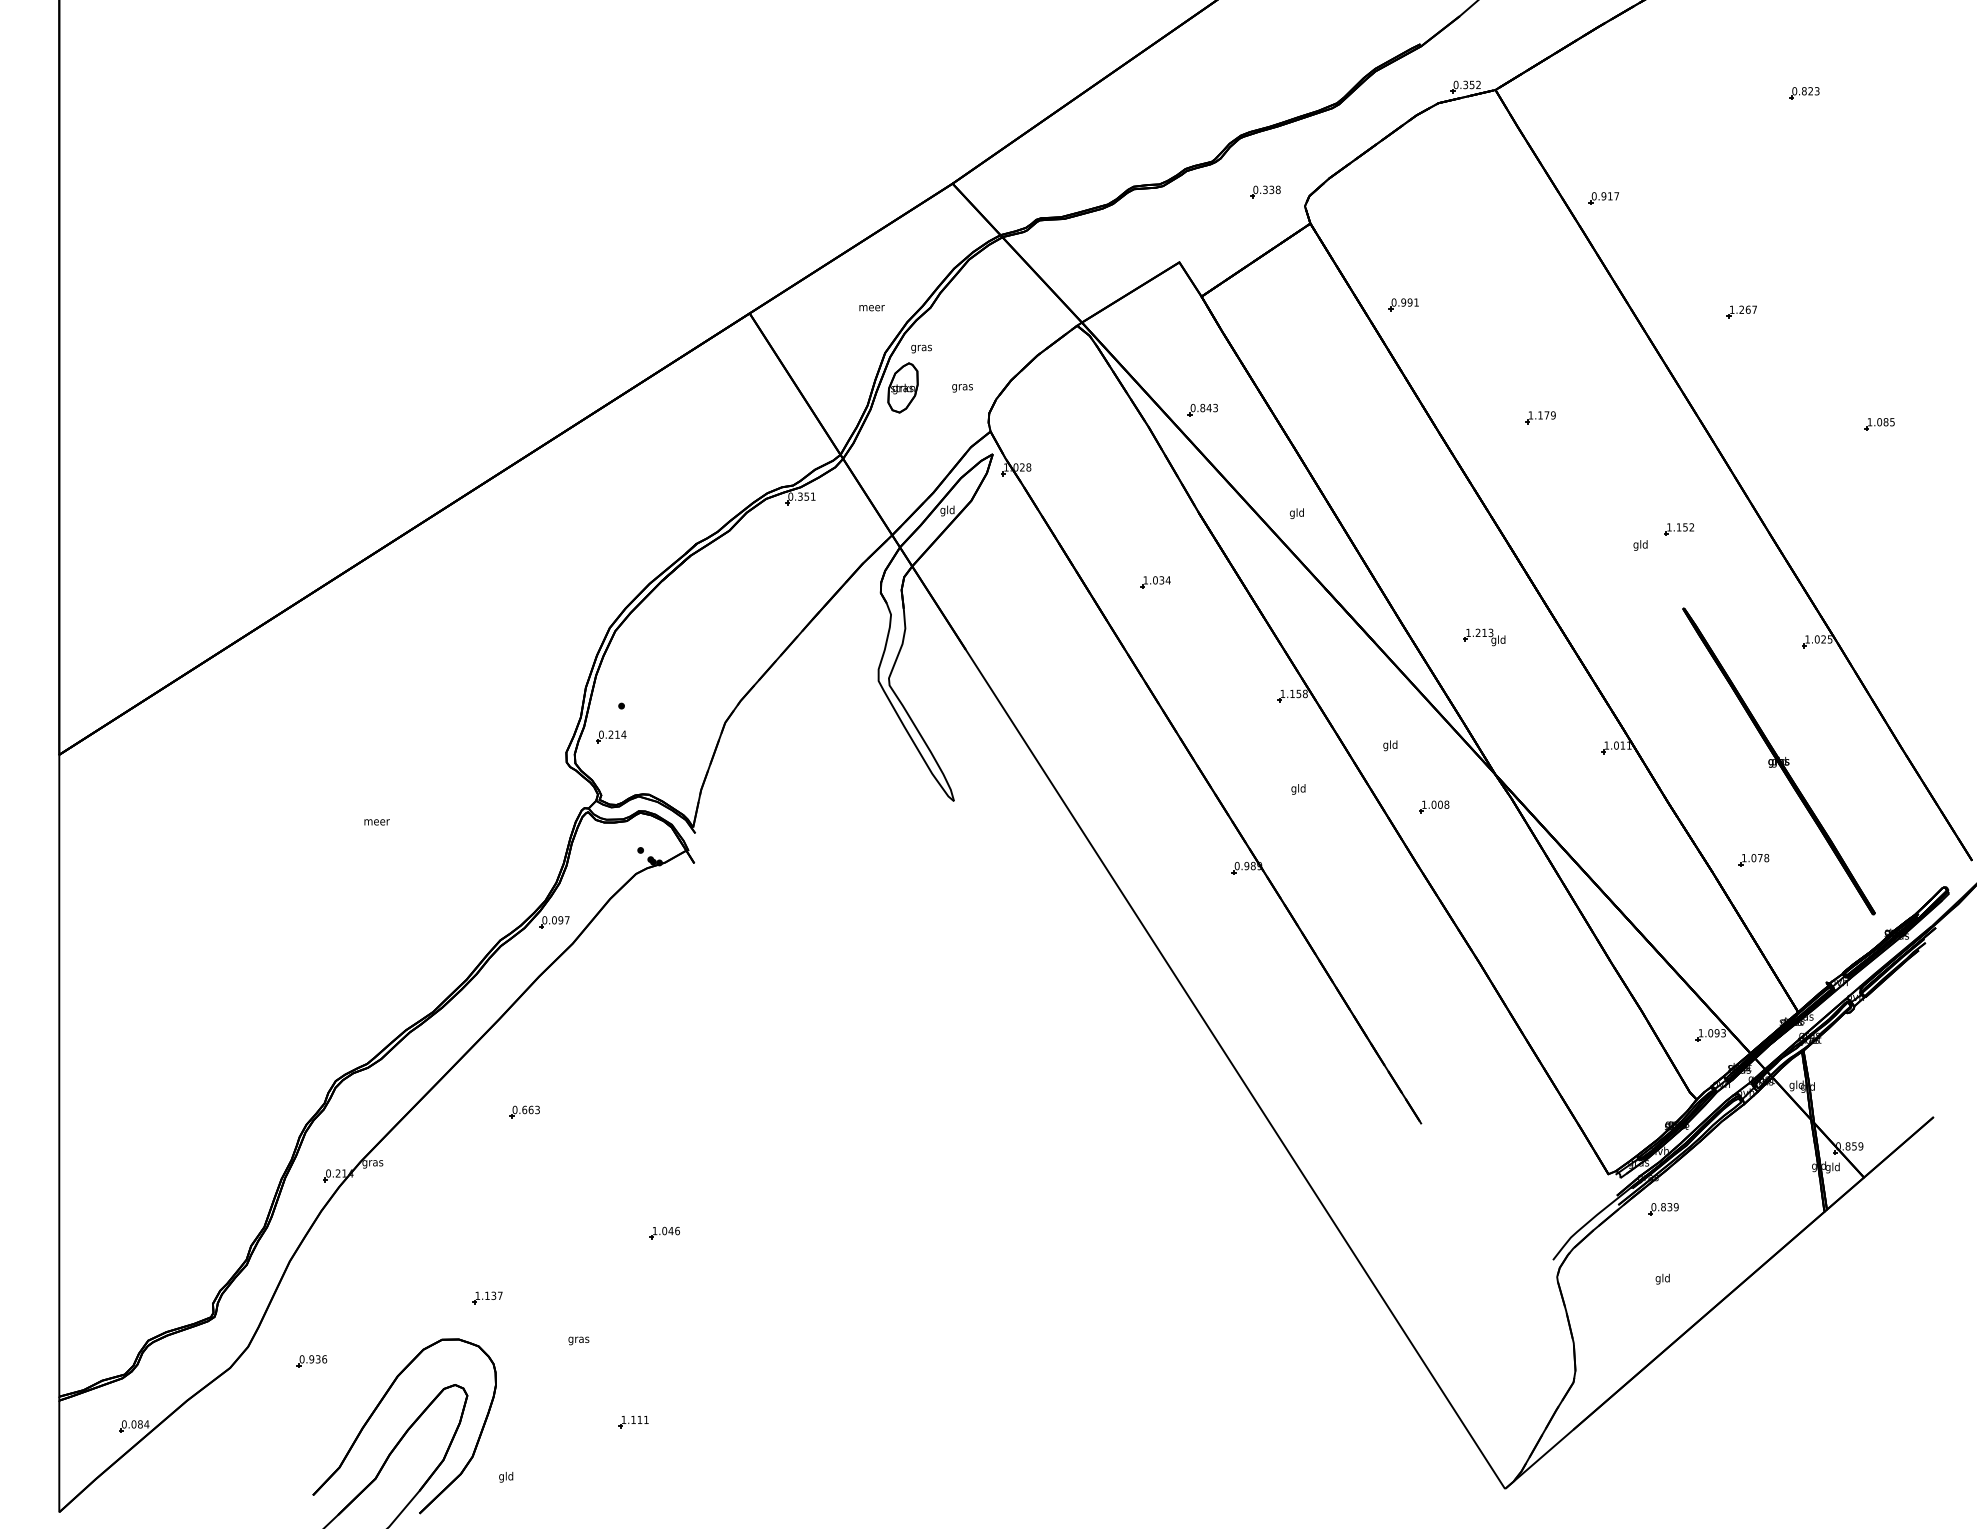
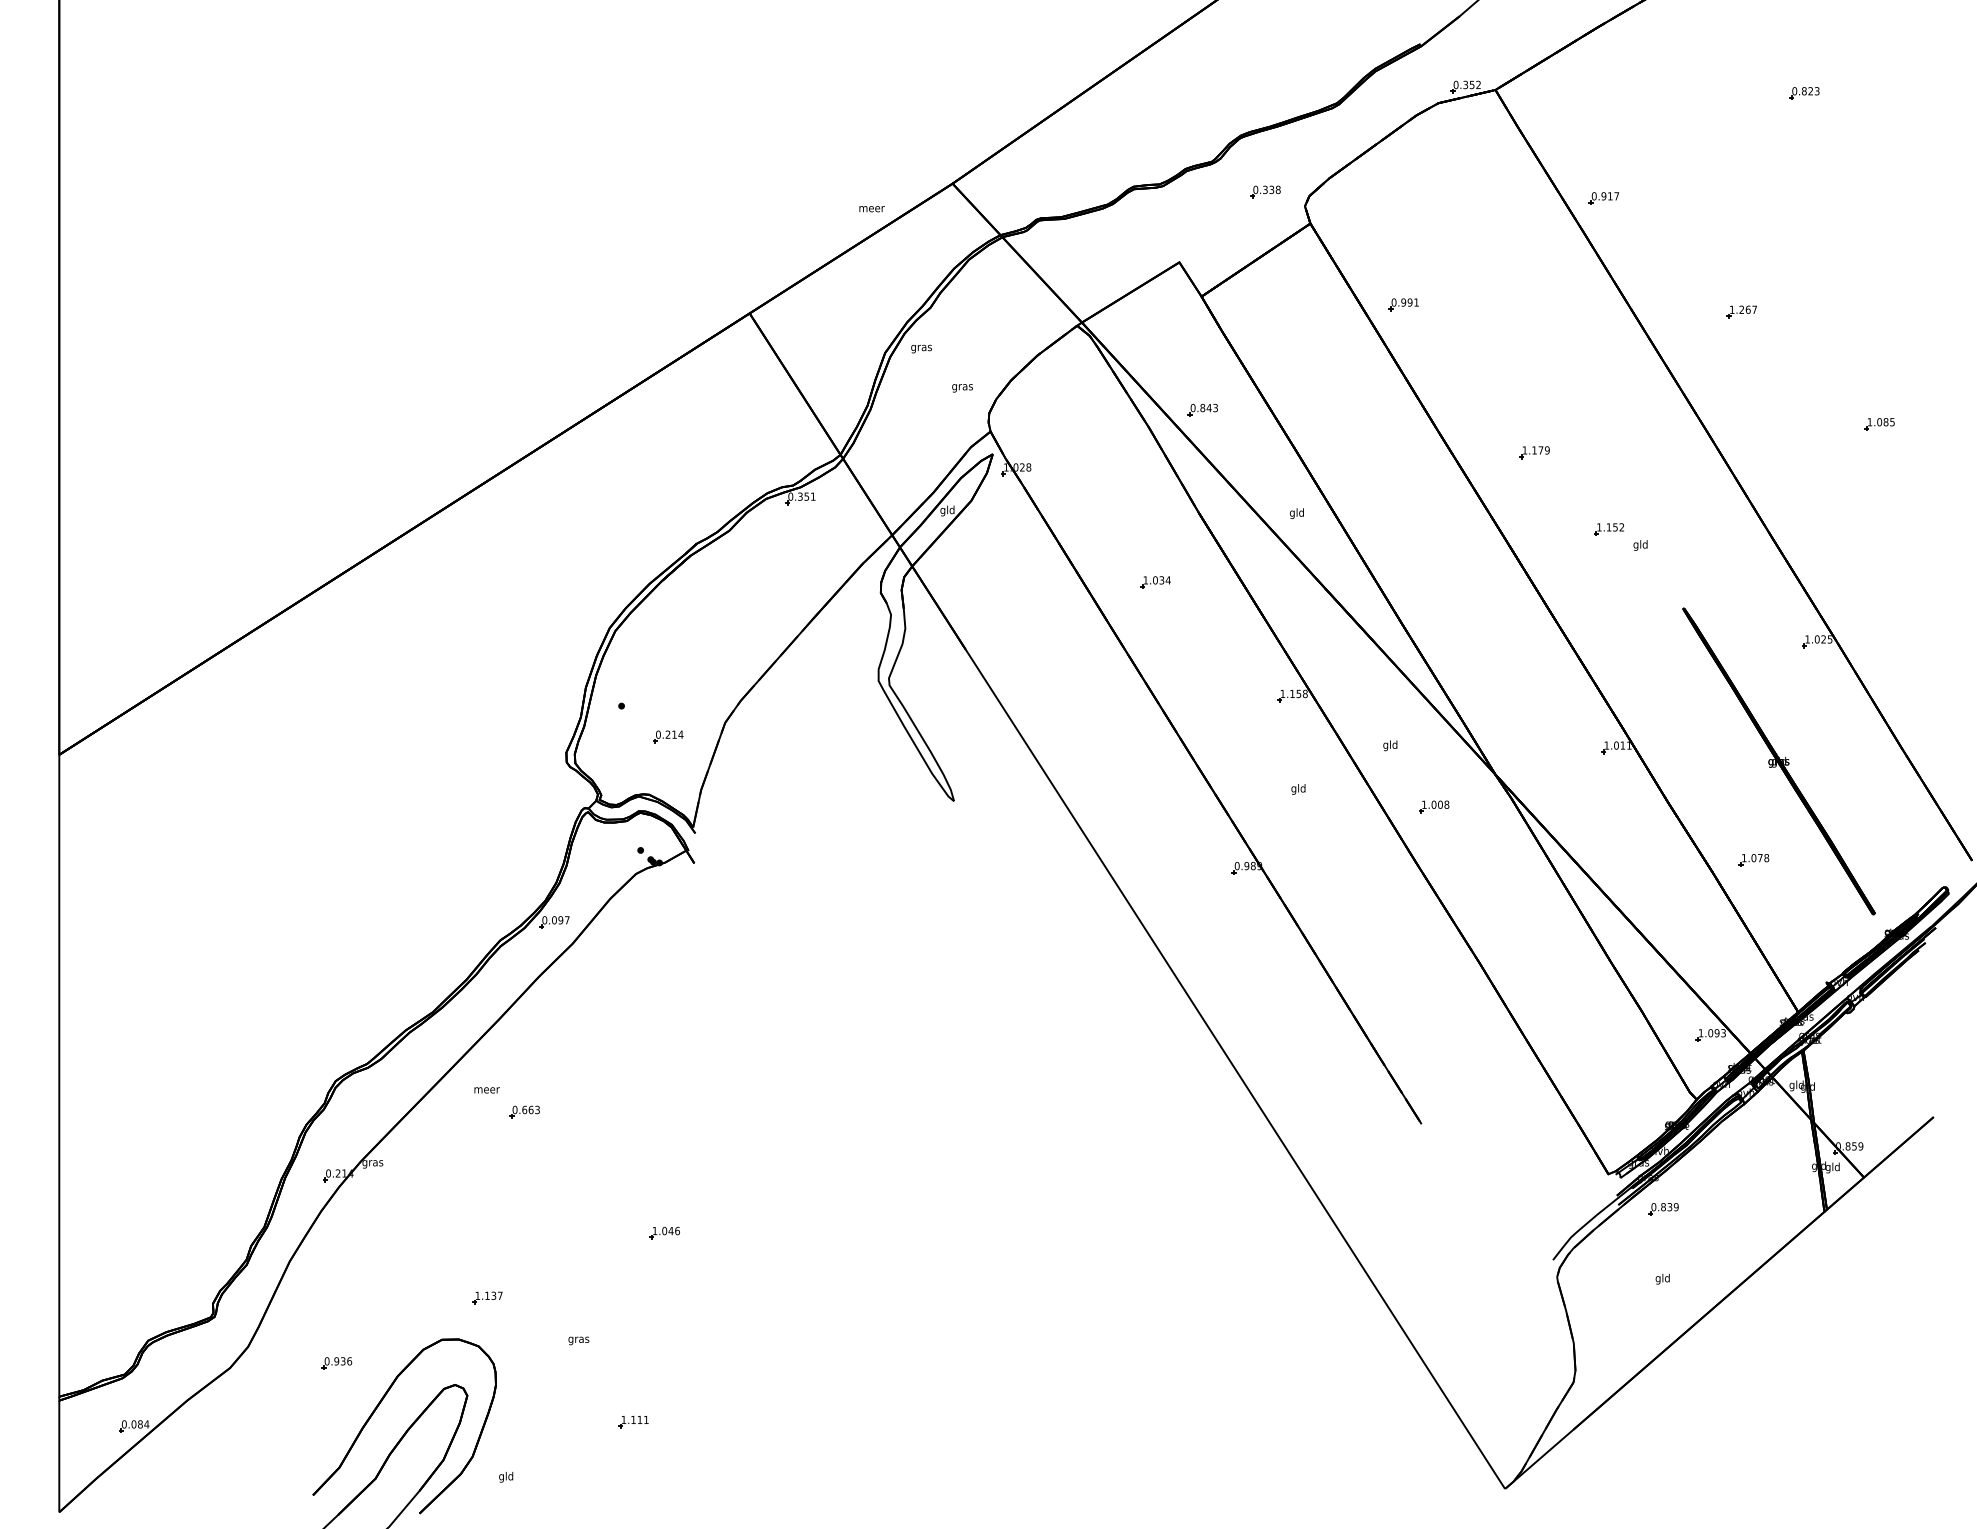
text at (871, 308) position: (871, 308) -> (871, 209)
part at (902, 387): present -> none
part at (1540, 417) position: (1540, 417) -> (1534, 452)
part at (1678, 529) position: (1678, 529) -> (1608, 529)
part at (1484, 637): present -> none
part at (611, 736) position: (611, 736) -> (668, 736)
text at (376, 822) position: (376, 822) -> (486, 1090)
part at (311, 1361) position: (311, 1361) -> (336, 1363)
